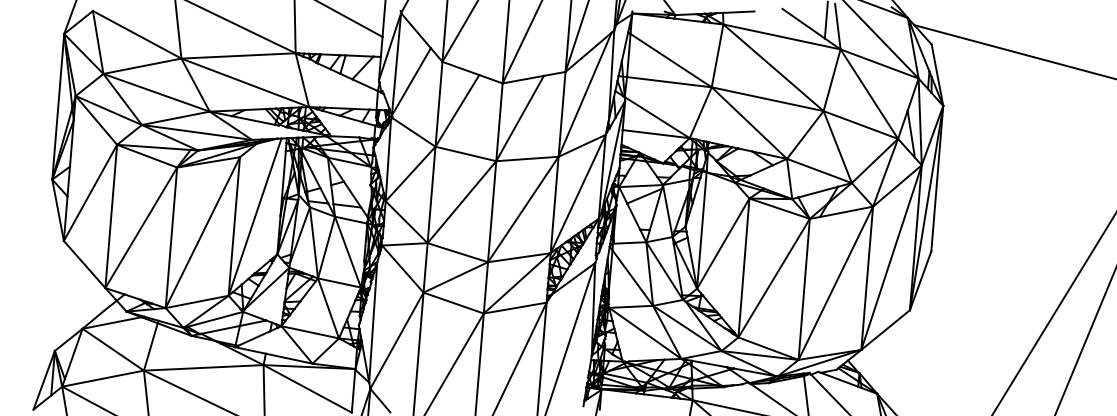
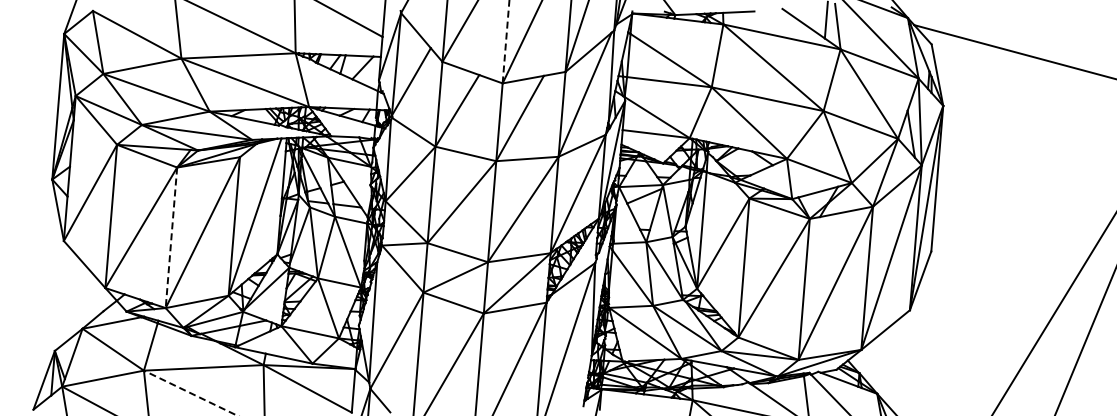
line at (506, 41): solid -> dashed
line at (171, 237): solid -> dashed
line at (190, 393): solid -> dashed
